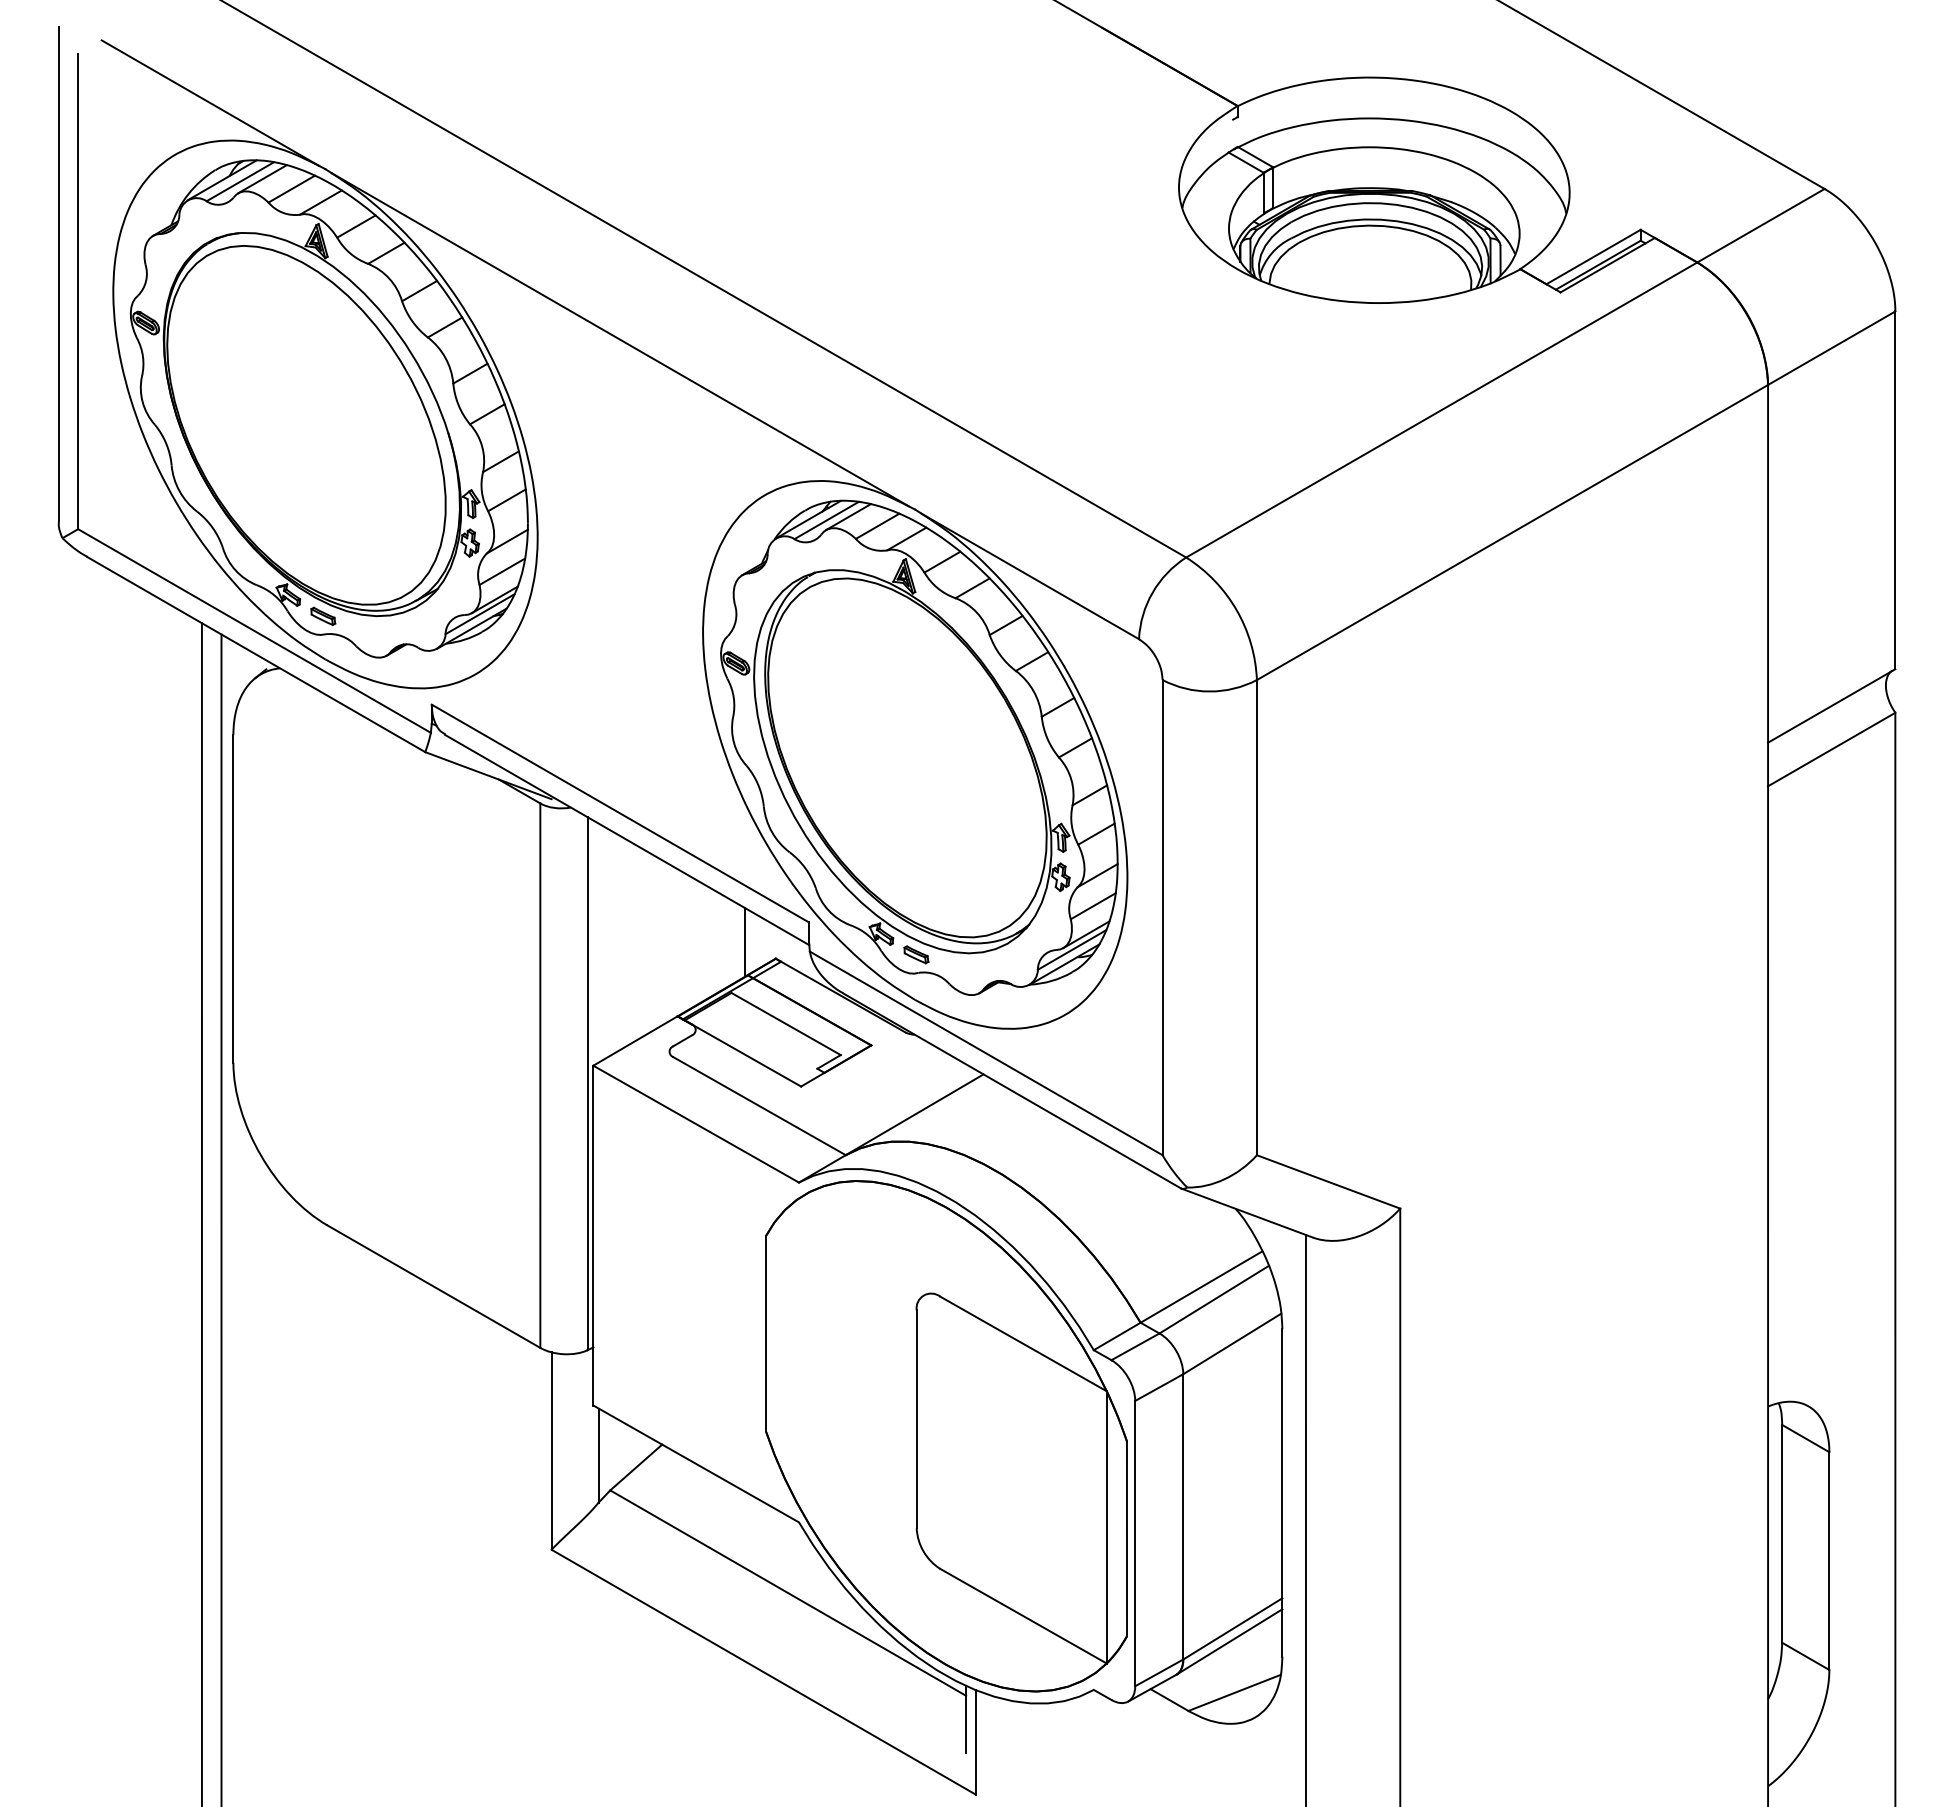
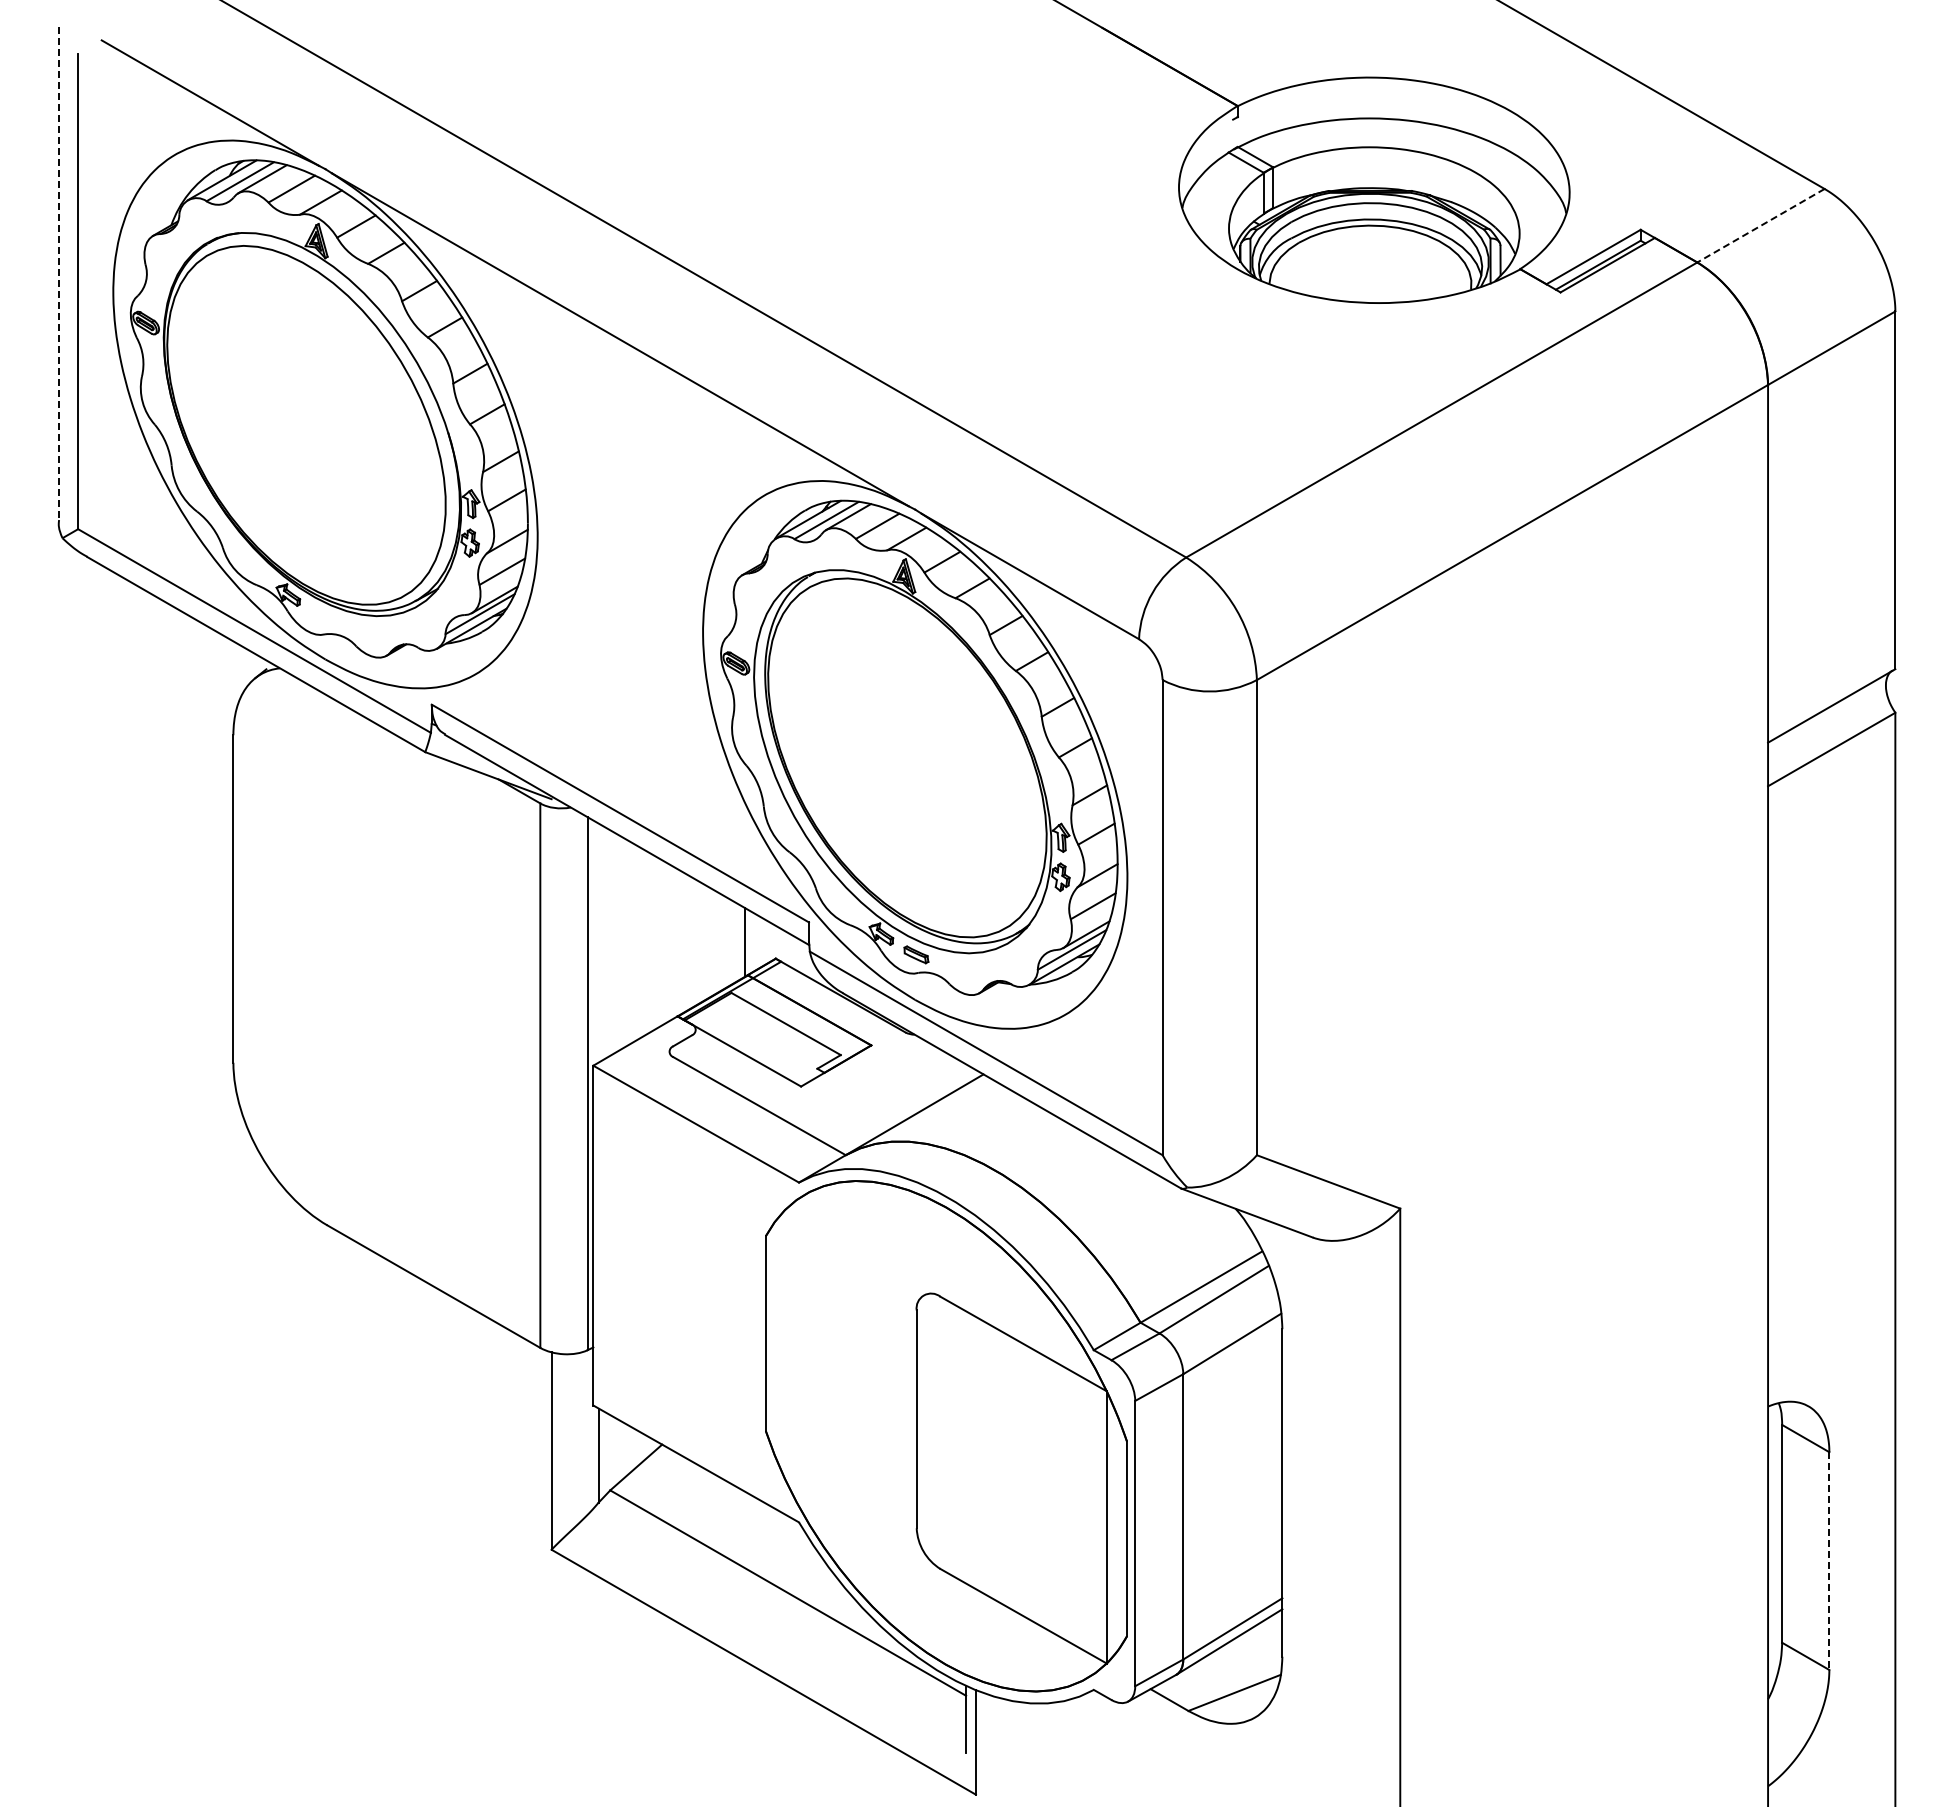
line at (1760, 225): solid -> dashed
line at (58, 273): solid -> dashed
part at (323, 615): present -> none
line at (201, 1213): present -> none
line at (221, 1218): present -> none
line at (1305, 1518): present -> none
line at (1829, 1561): solid -> dashed
